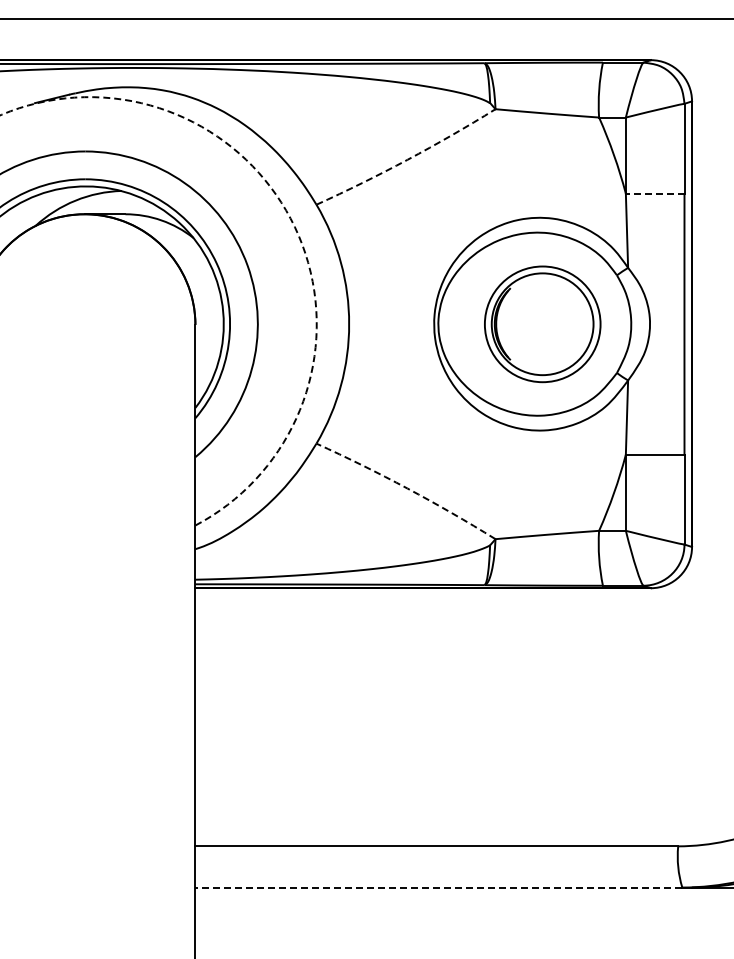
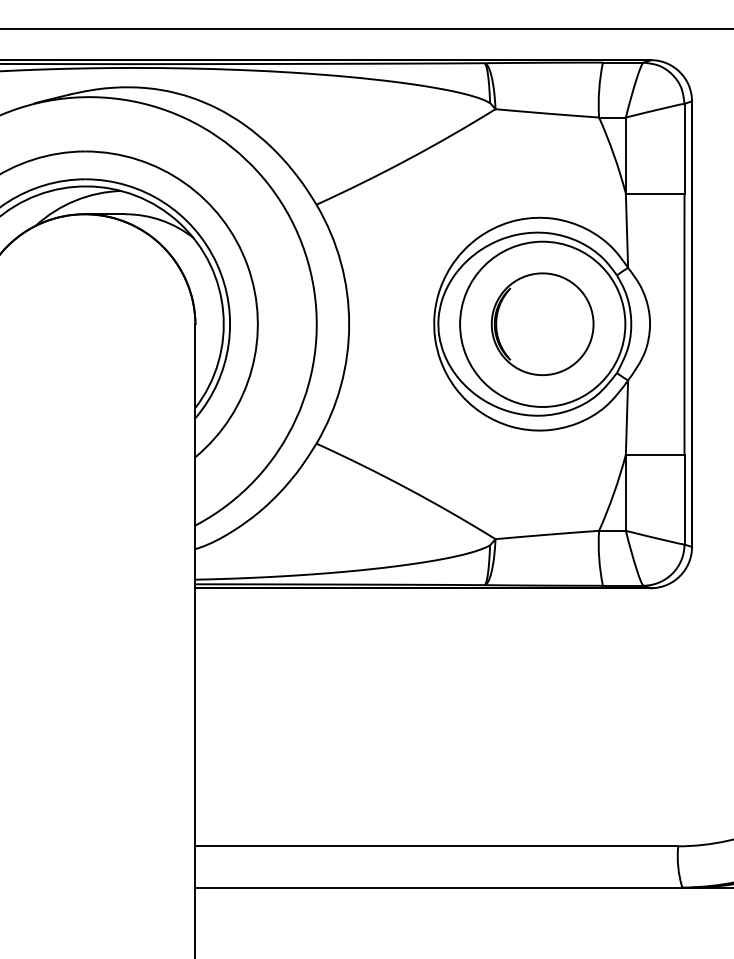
line at (366, 18) position: (366, 18) -> (366, 28)
arc at (407, 159): dashed -> solid
line at (654, 193): dashed -> solid
arc at (294, 227): dashed -> solid
circle at (542, 324) diameter: 116 px -> 165 px
arc at (407, 488): dashed -> solid
line at (438, 887): dashed -> solid
